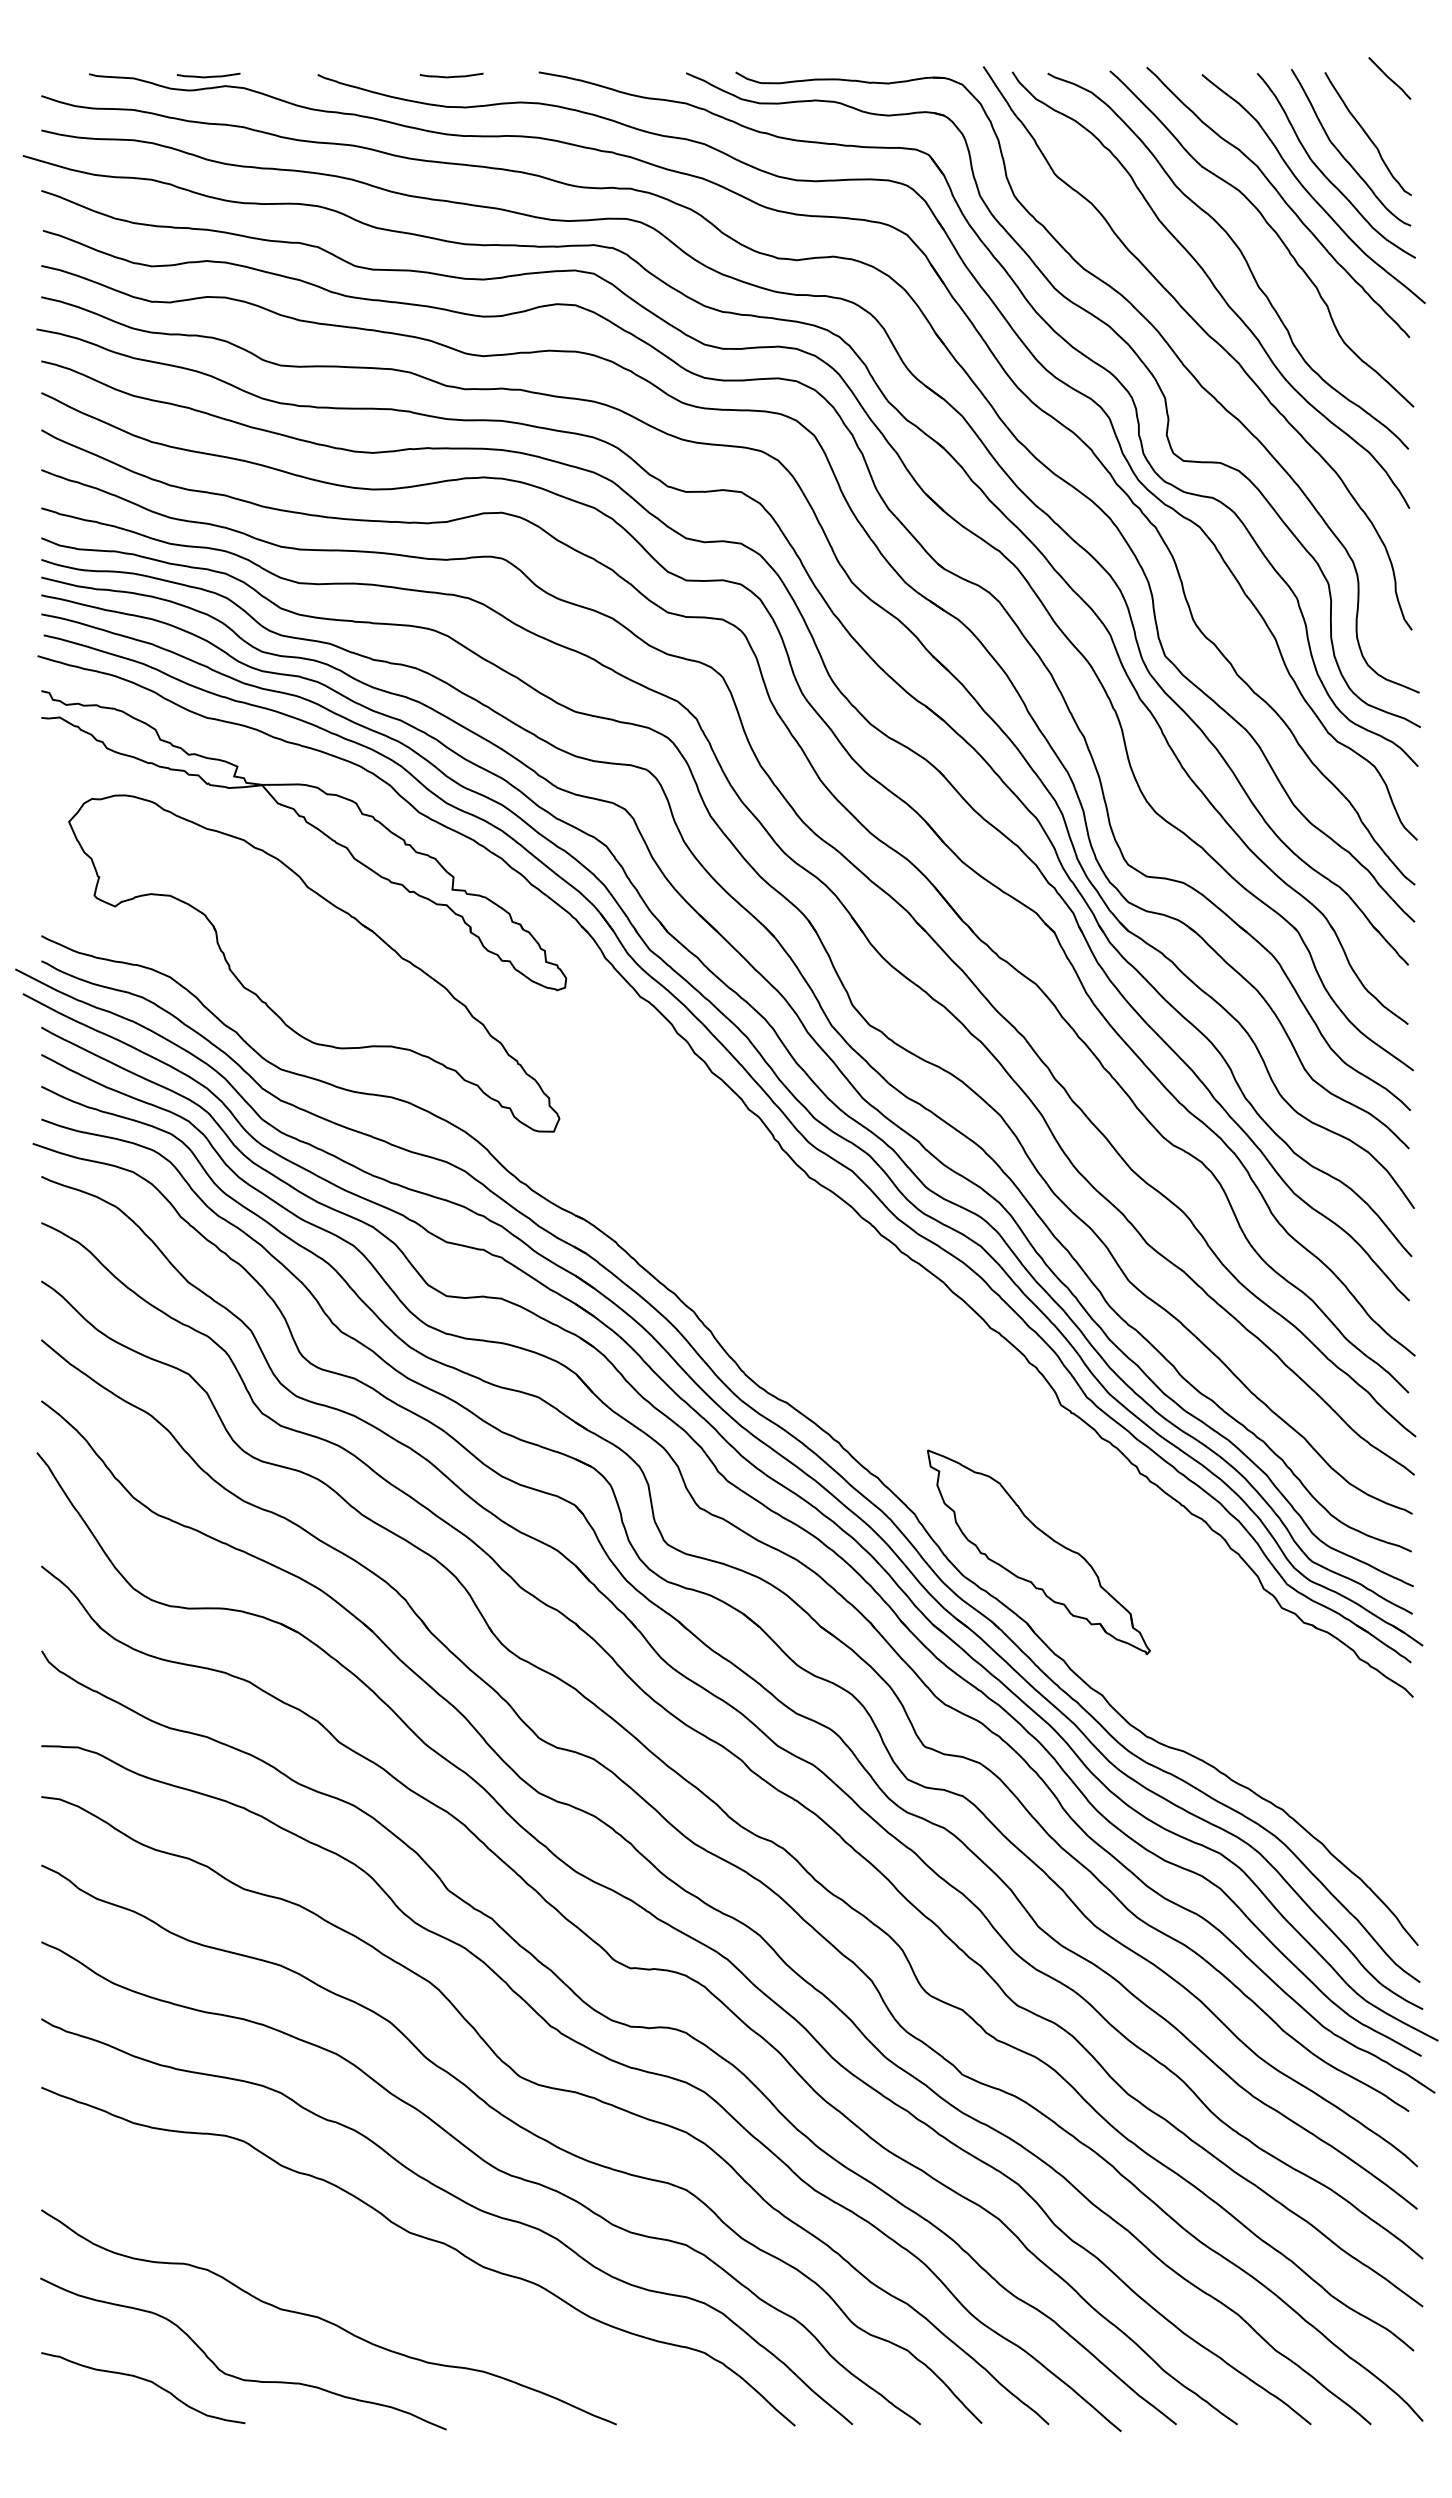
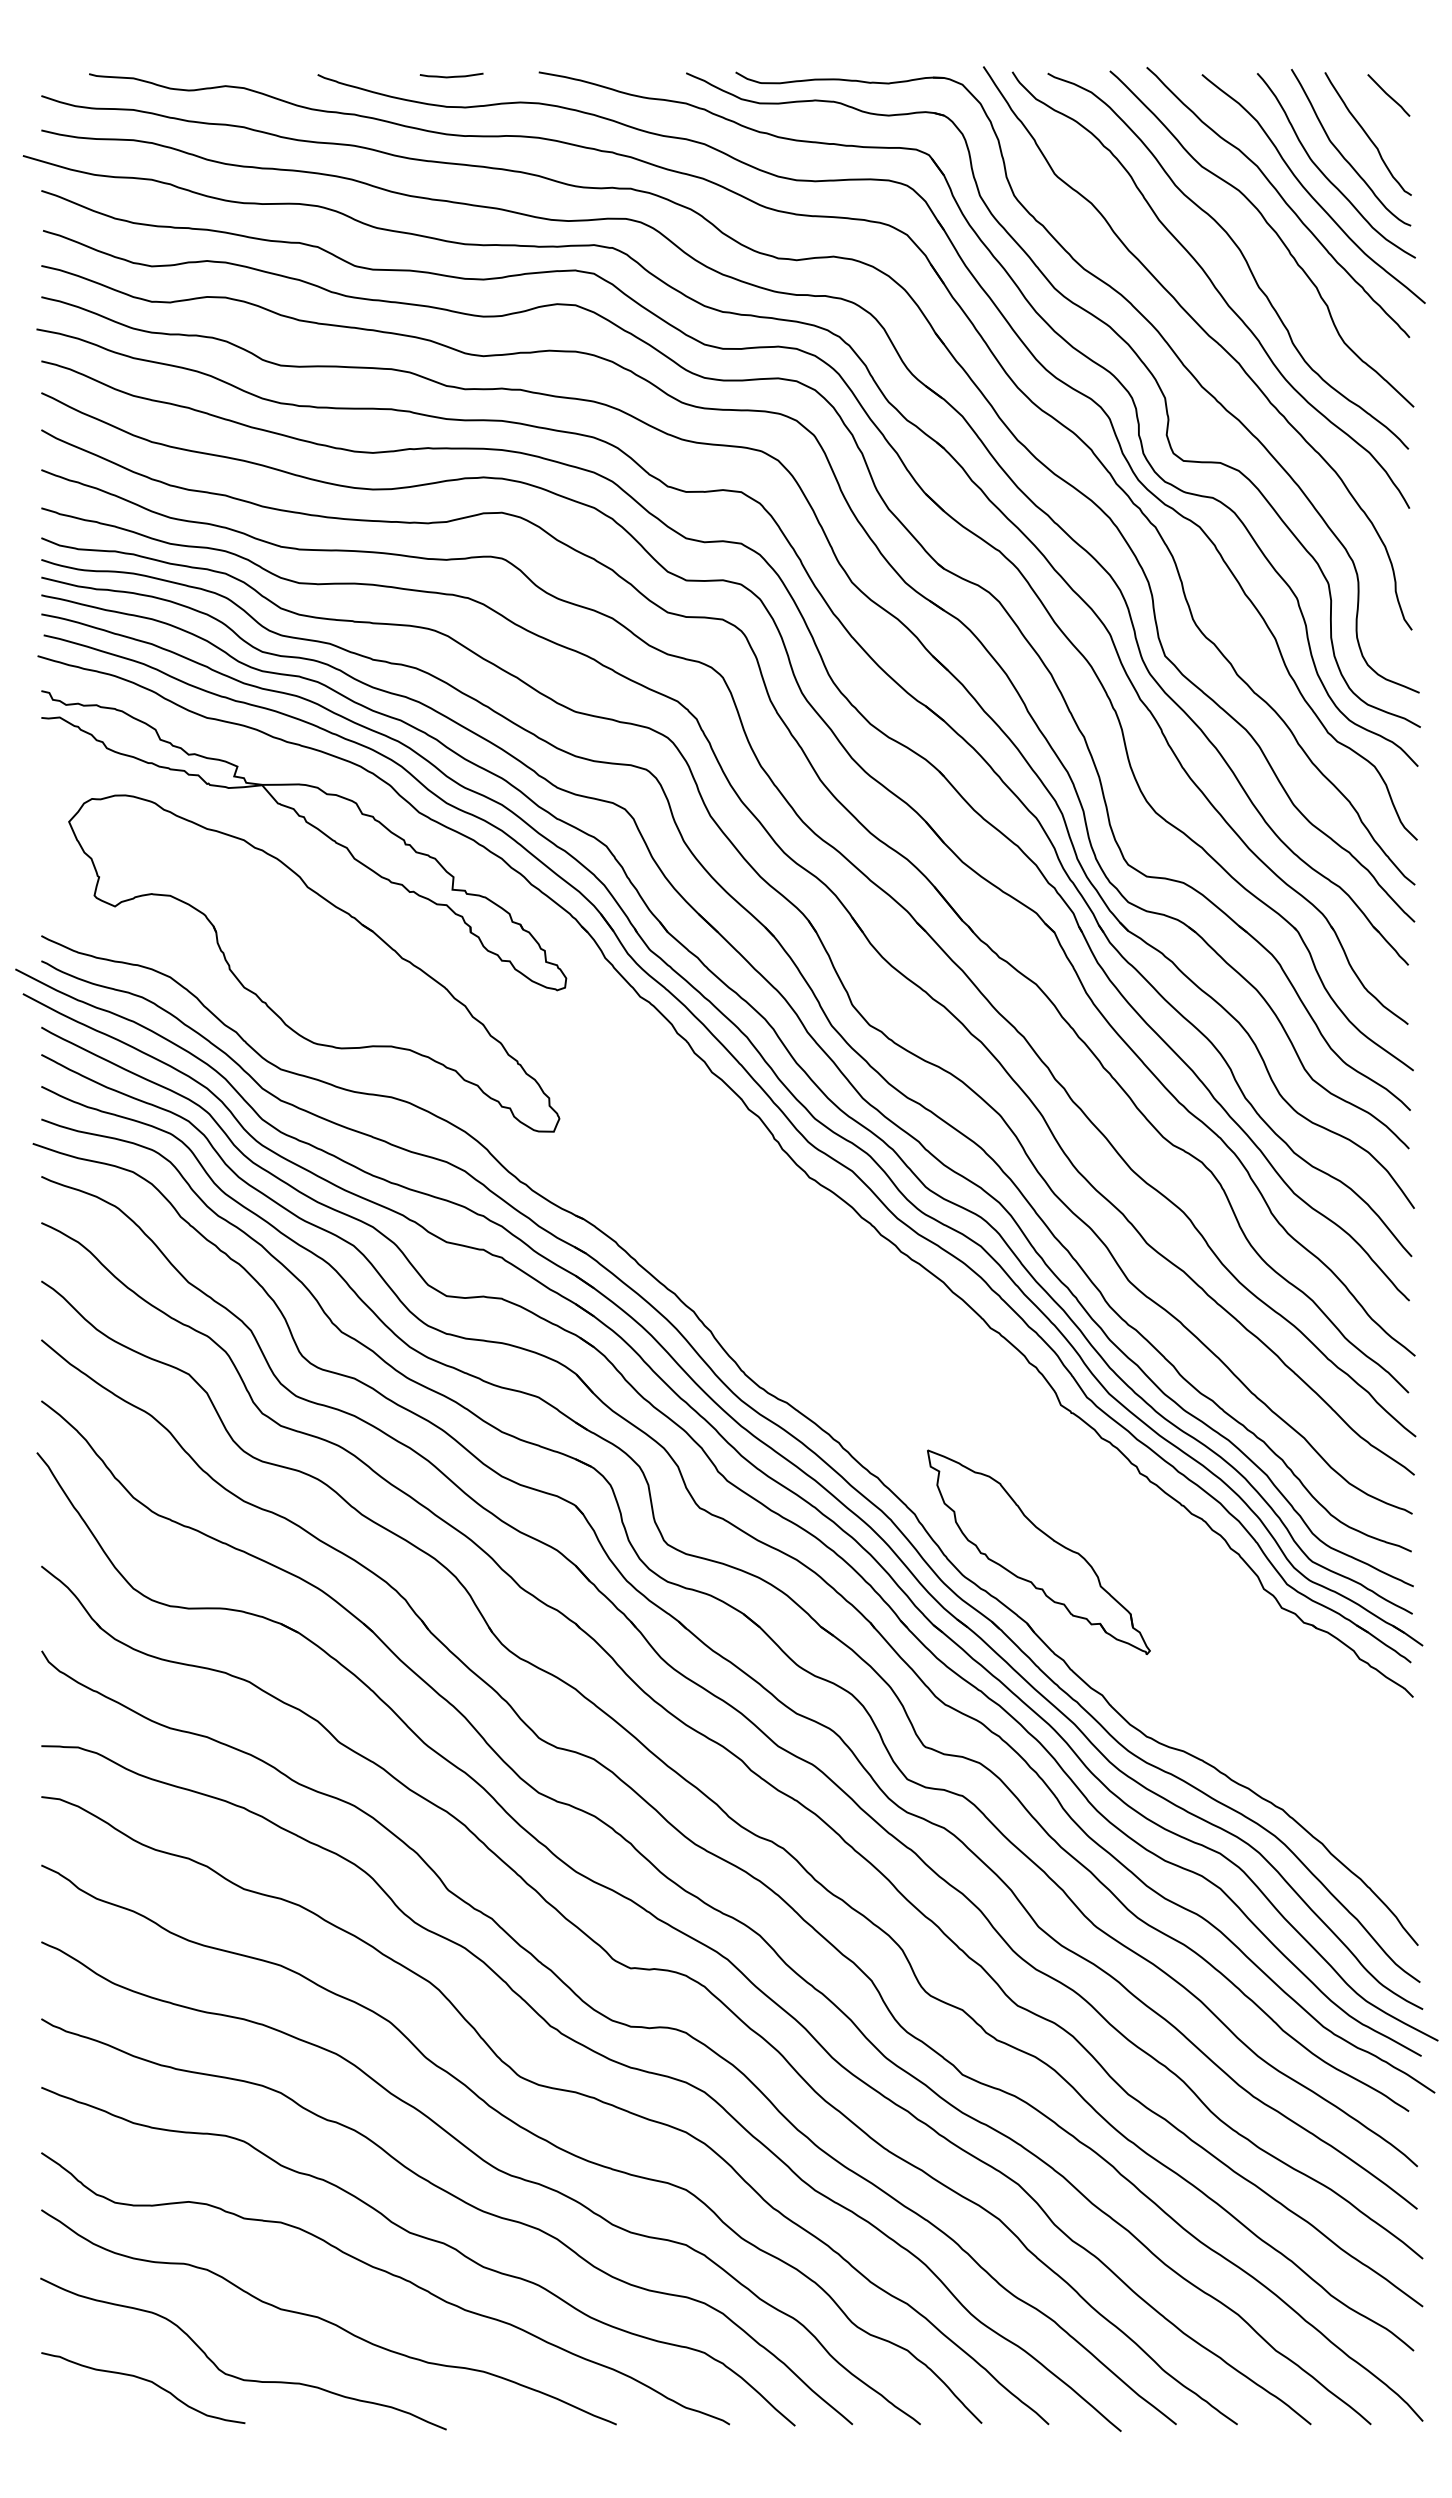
curve at (208, 76): present -> none
line at (1389, 78) position: (1389, 78) -> (1388, 95)
curve at (391, 2275): none -> present
